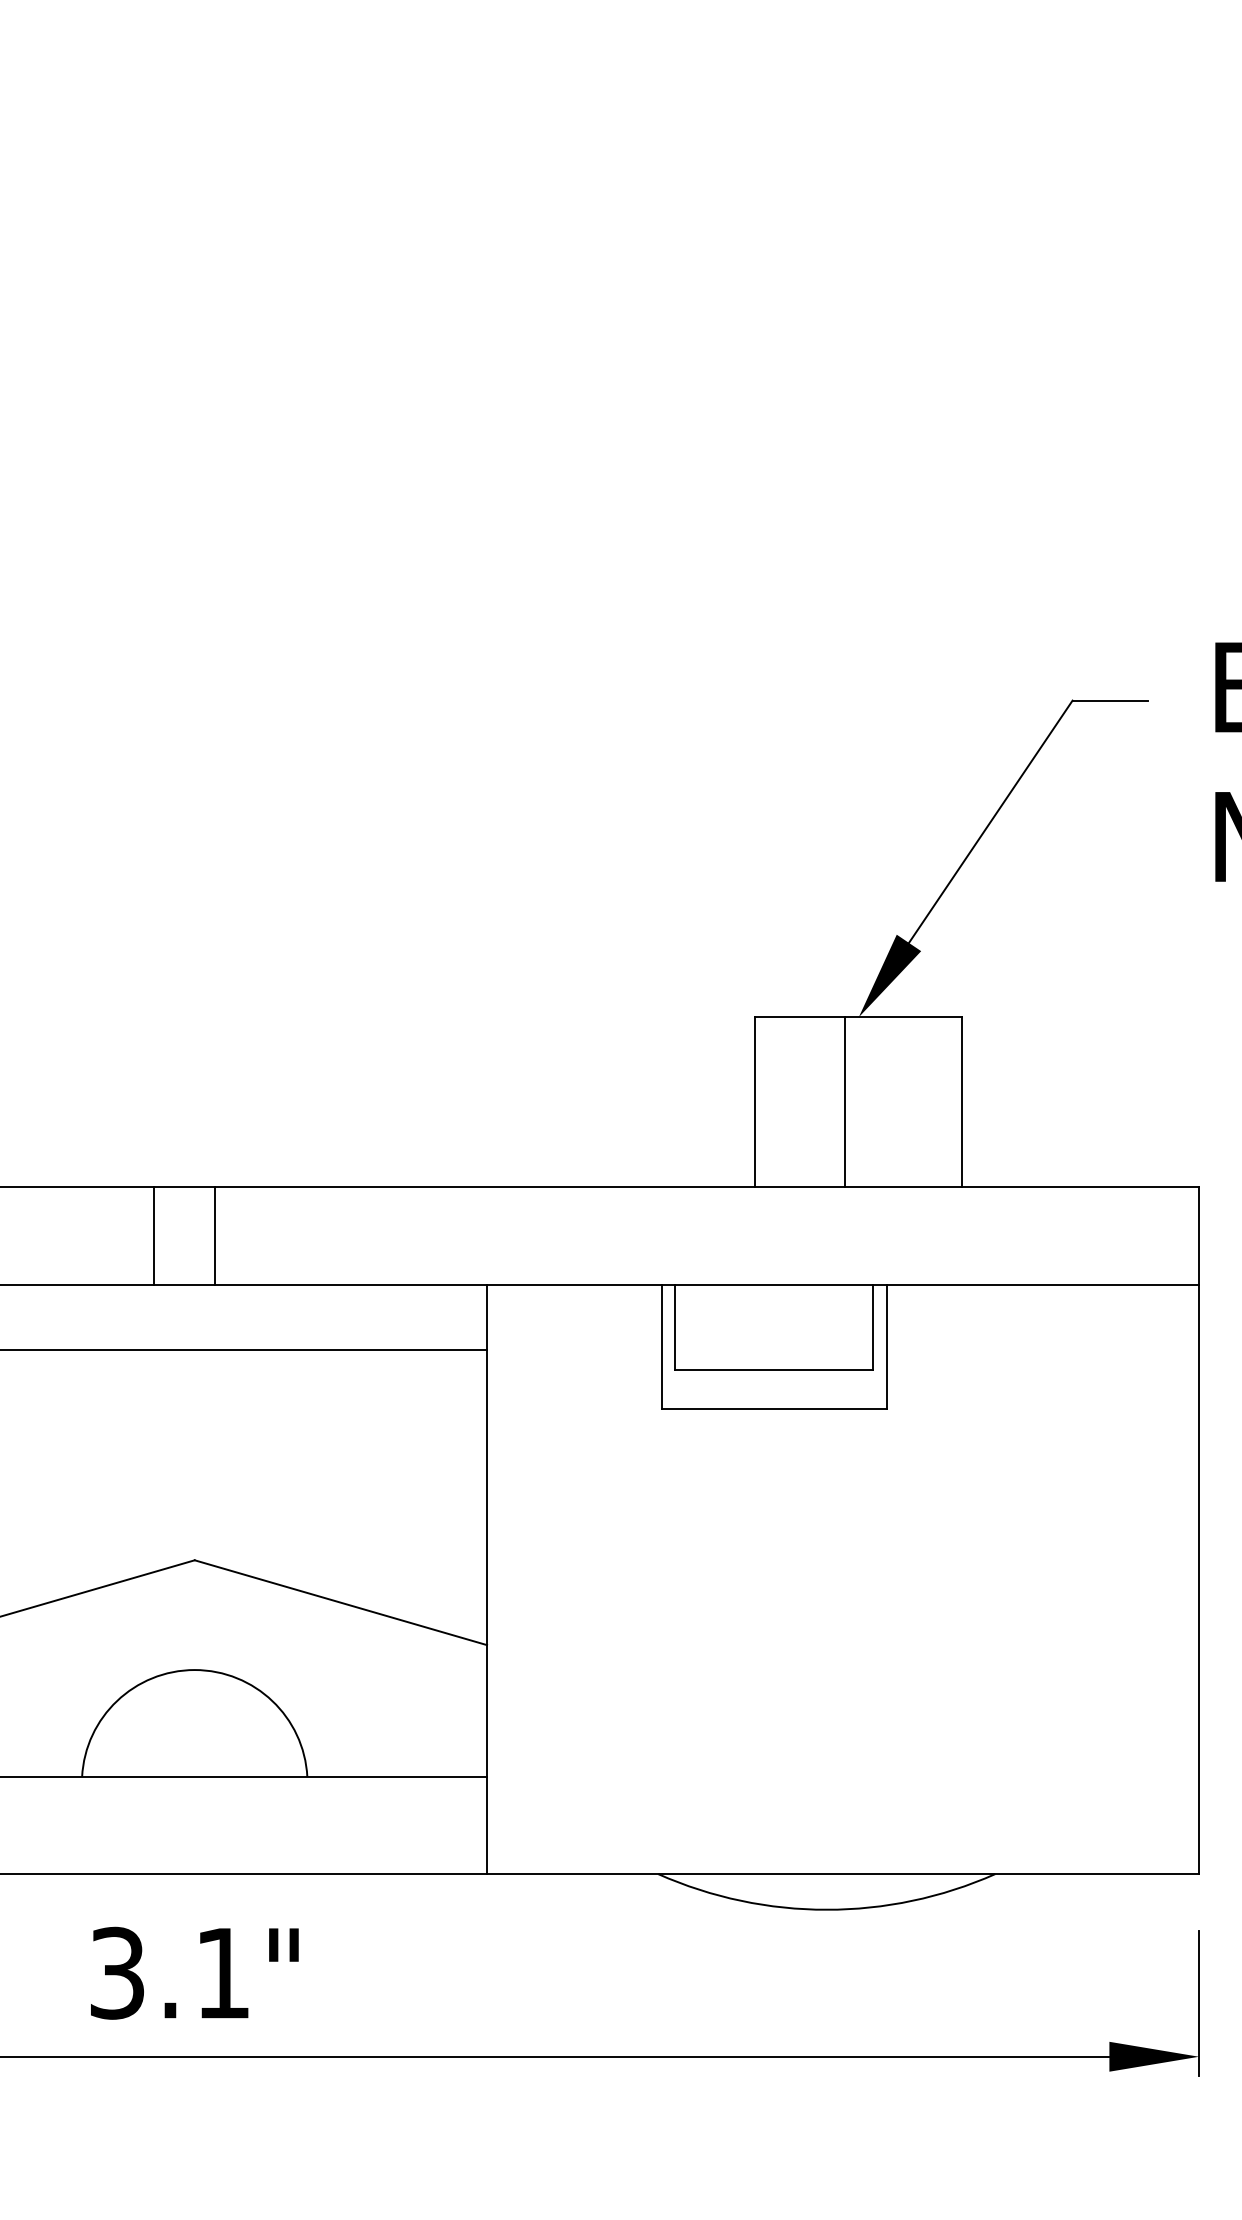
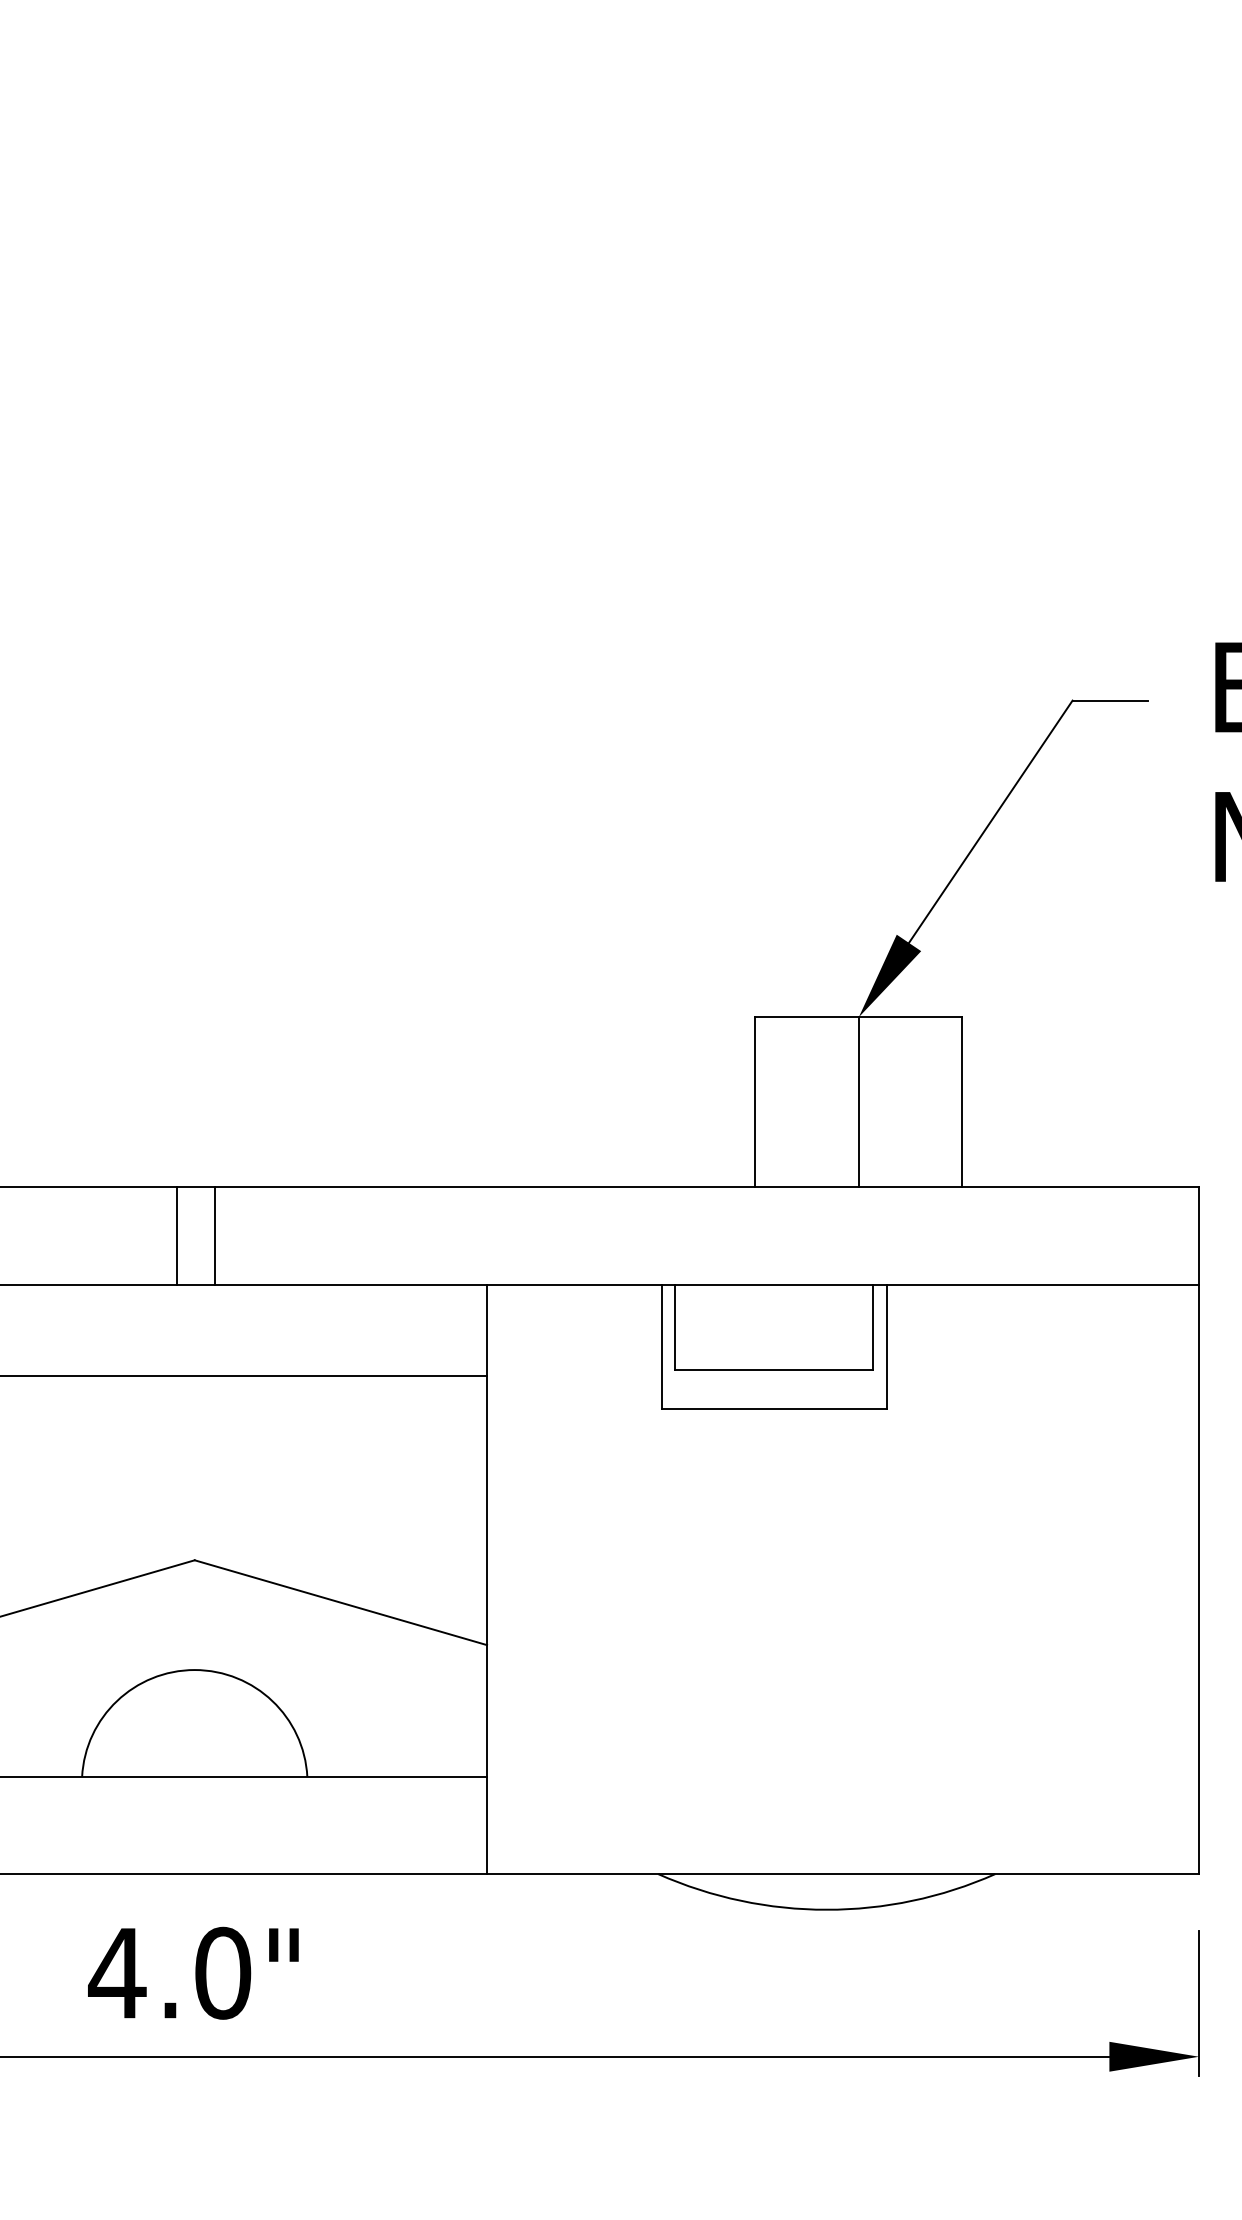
line at (844, 1101) position: (844, 1101) -> (858, 1101)
line at (154, 1235) position: (154, 1235) -> (177, 1235)
line at (244, 1349) position: (244, 1349) -> (244, 1375)
text at (169, 1972): 3.1" -> 4.0"
